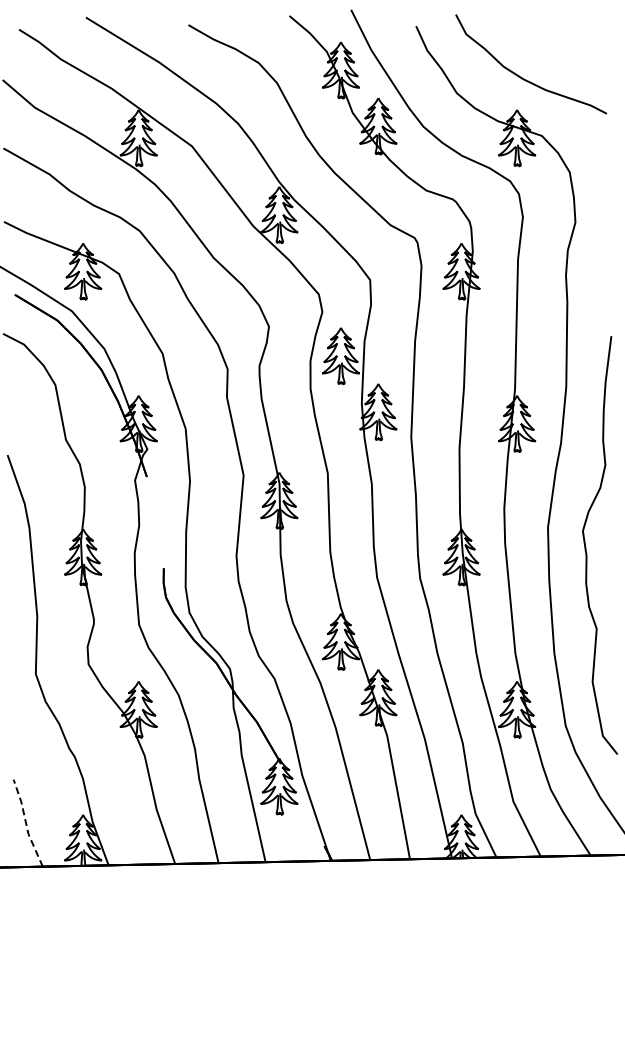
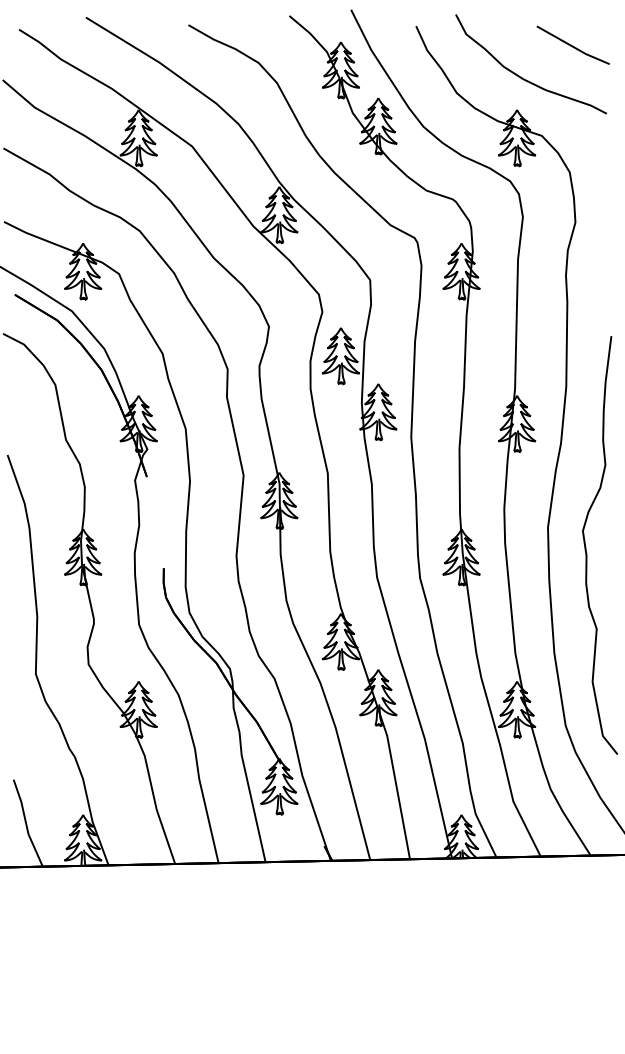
line at (571, 44): none -> present
line at (26, 823): dashed -> solid
